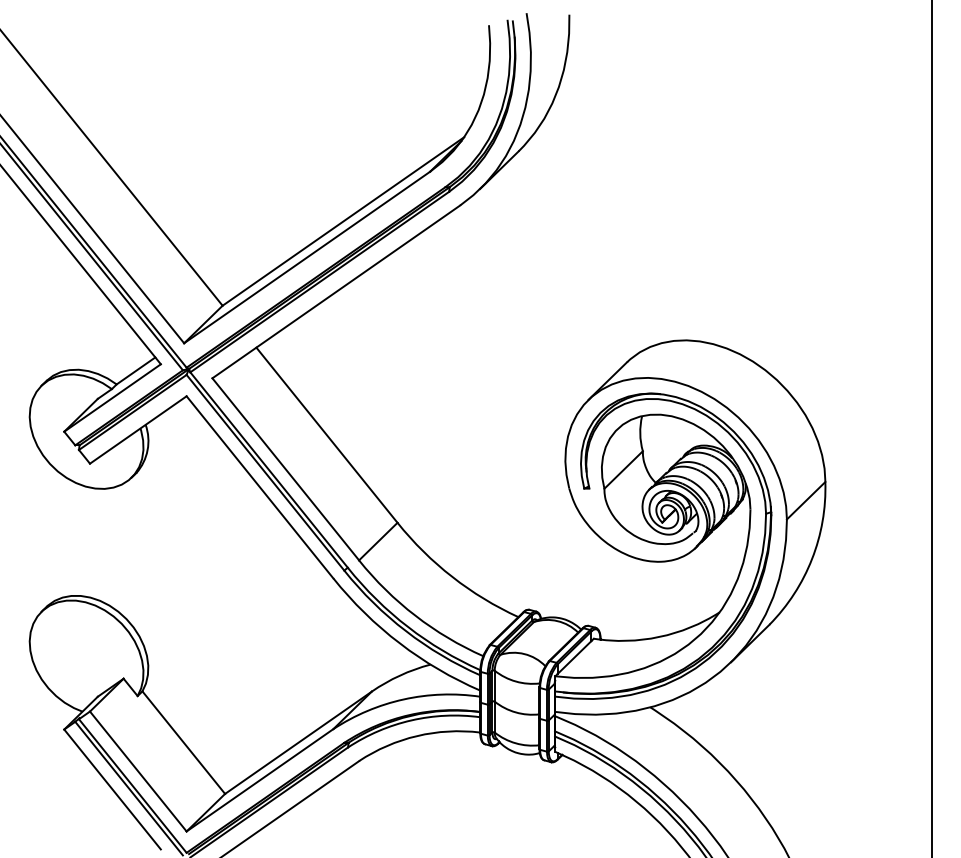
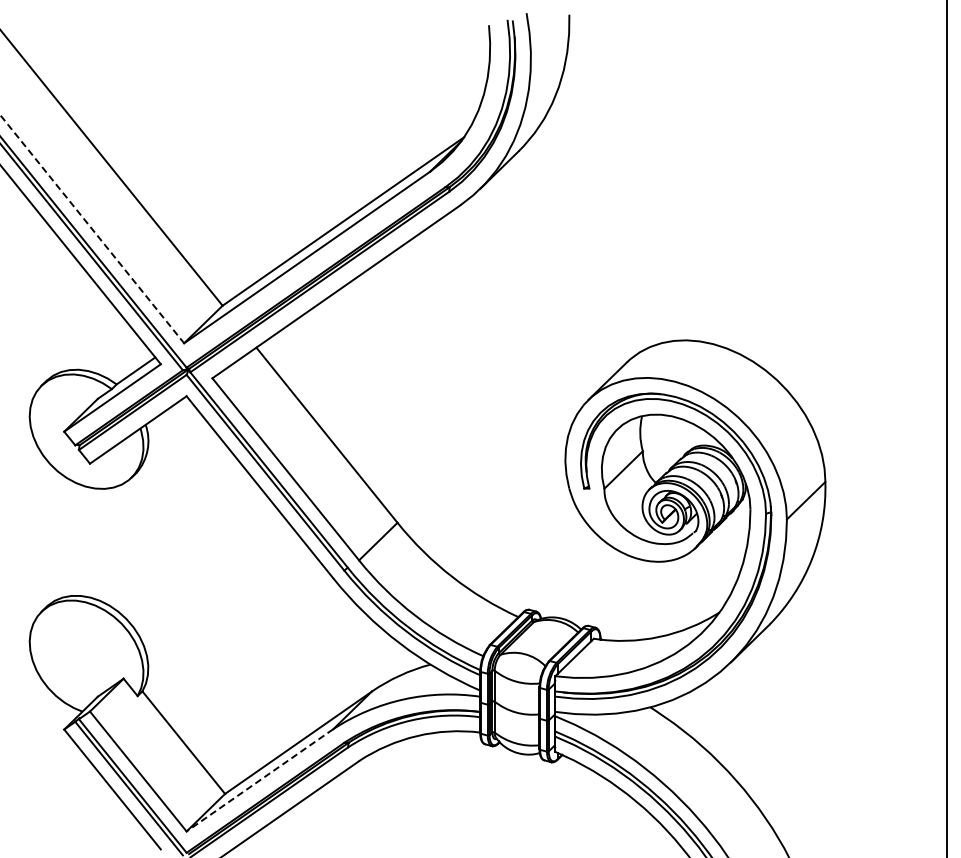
line at (92, 229): solid -> dashed
line at (932, 428) position: (932, 428) -> (947, 428)
line at (259, 780): solid -> dashed
